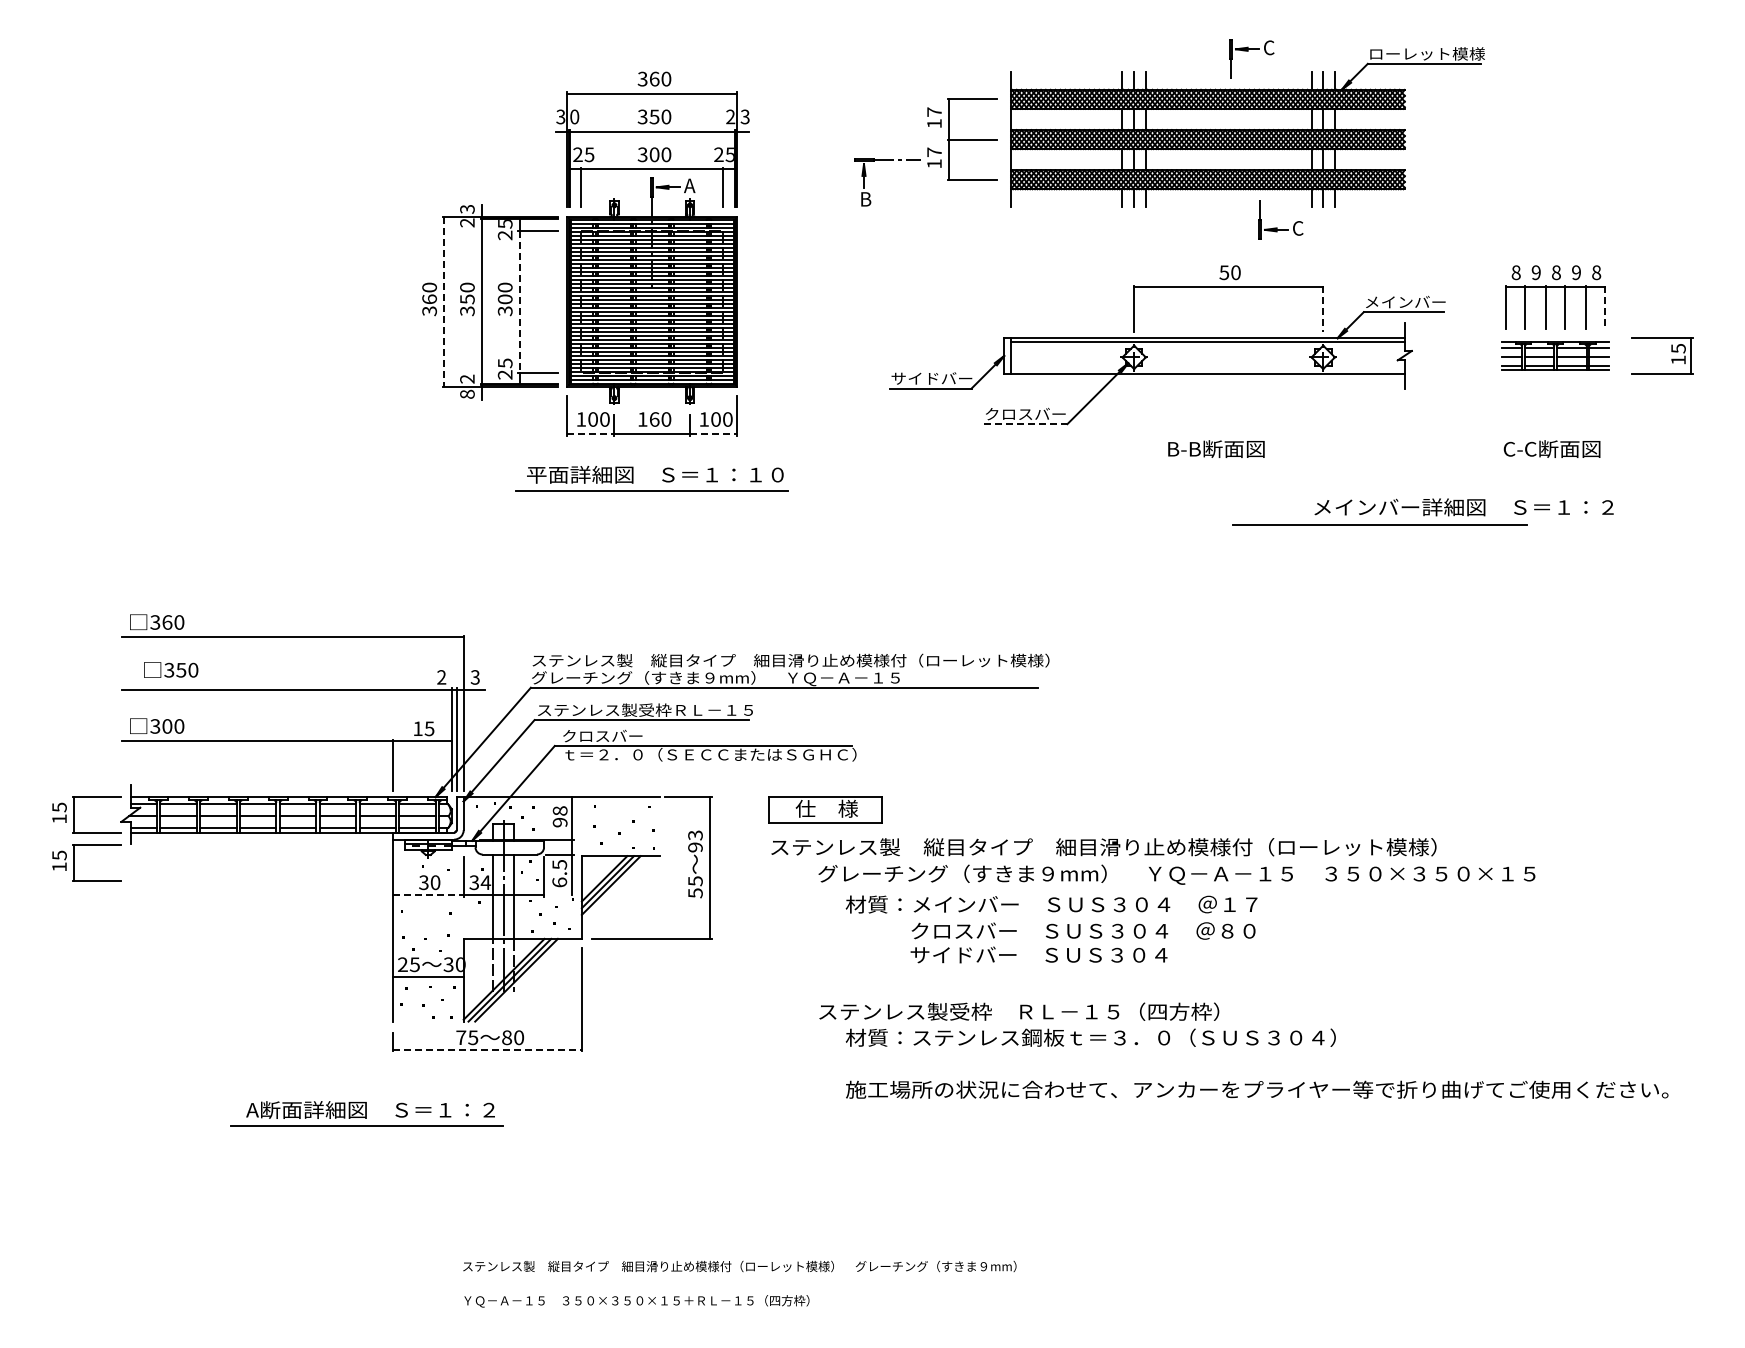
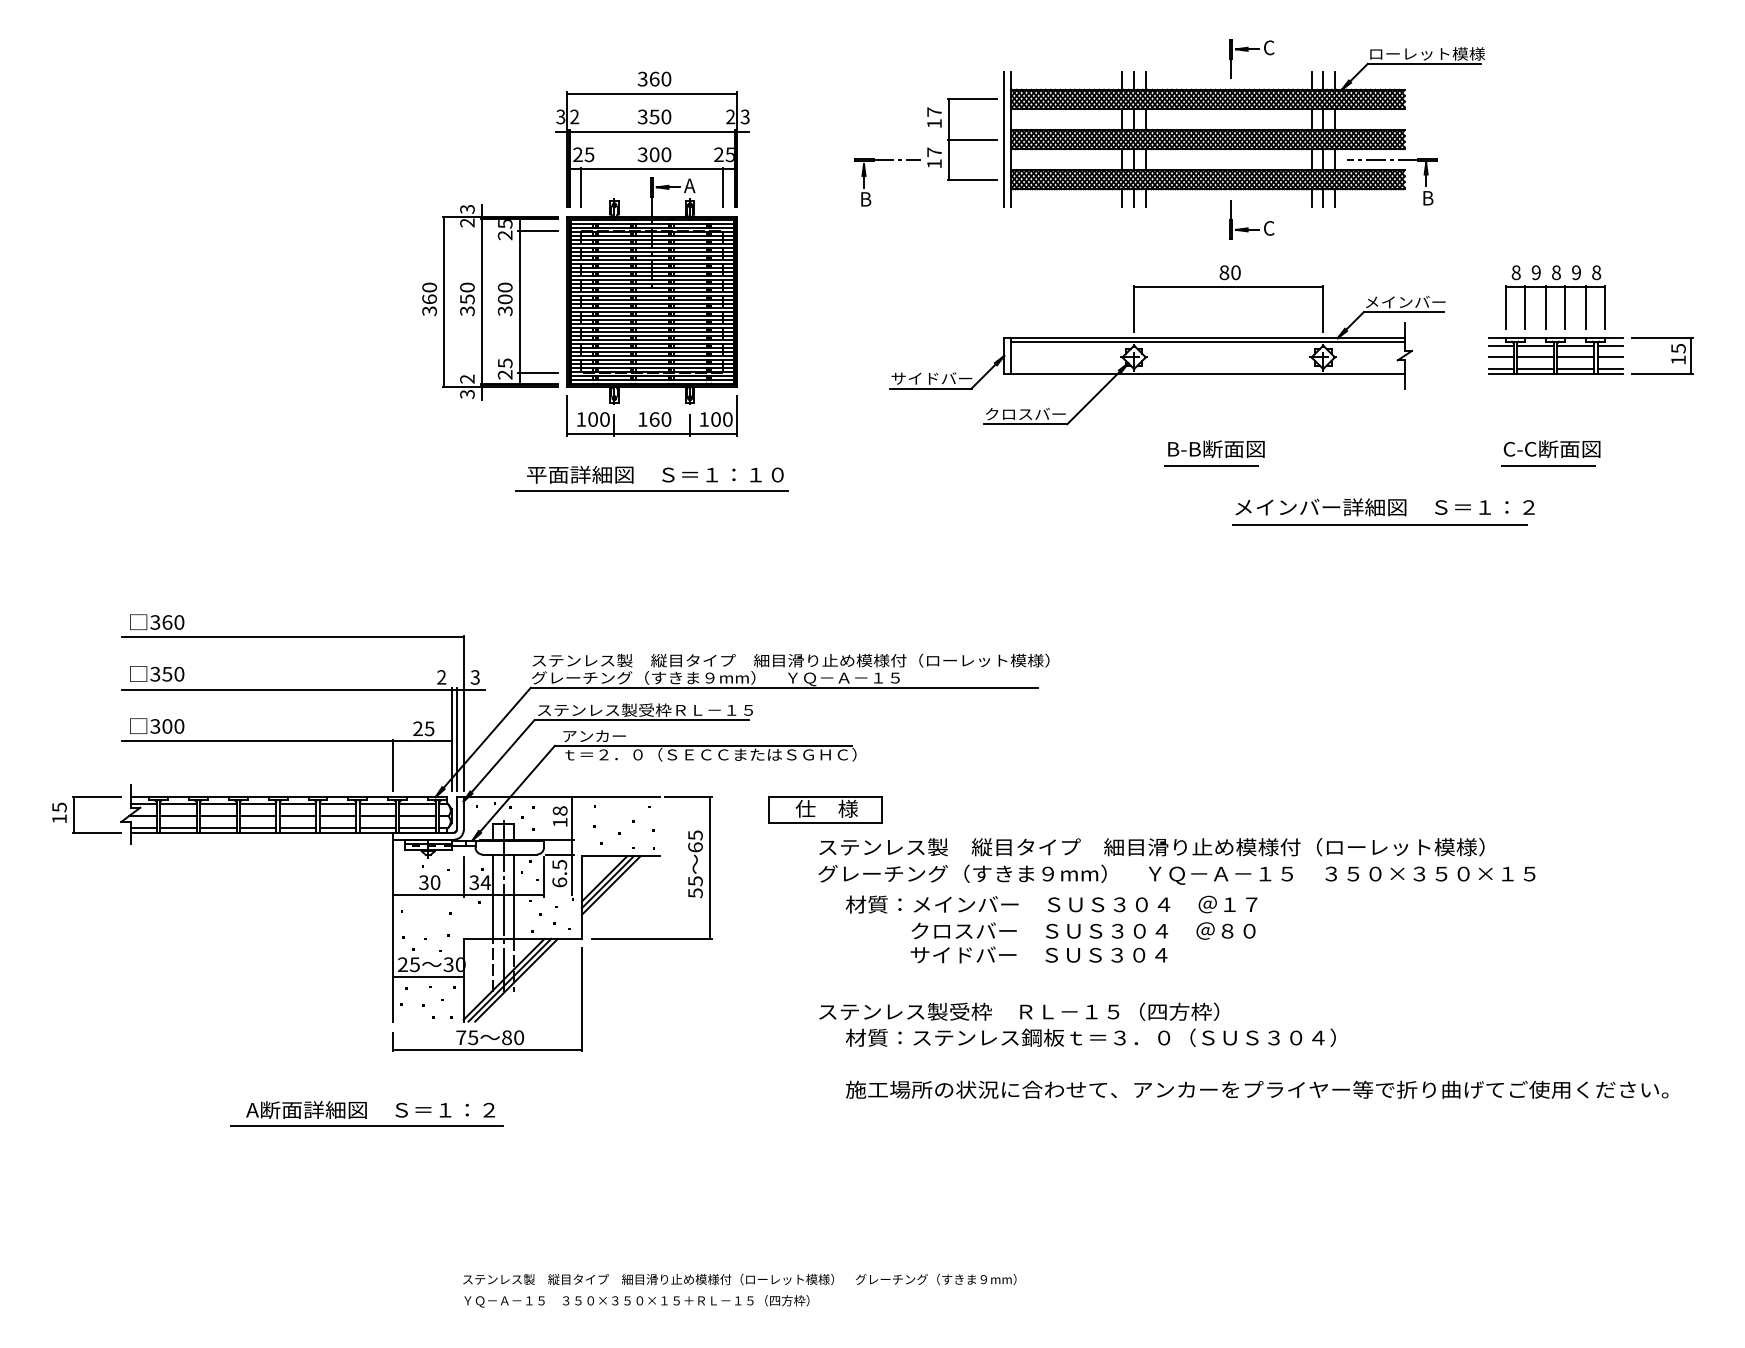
text at (574, 116): 0 -> 2
line at (1004, 139): none -> present
part at (1392, 160): none -> present
part at (1277, 227) position: (1277, 227) -> (1248, 227)
text at (1224, 272): 50 -> 80
line at (519, 301): dashed -> solid
line at (444, 302): dashed -> solid
line at (1605, 307): dashed -> solid
line at (1323, 309): dashed -> solid
part at (1555, 355) size: 109x30 px -> 136x38 px
text at (467, 393): 8 -> 3
line at (1025, 424): dashed -> solid
line at (590, 434): dashed -> solid
line at (713, 434): dashed -> solid
line at (1211, 466): none -> present
line at (1547, 466): none -> present
text at (1463, 507) position: (1463, 507) -> (1384, 507)
text at (171, 669) position: (171, 669) -> (157, 673)
text at (417, 728): 15 -> 25
text at (602, 735): クロスバー -> アンカー
text at (559, 822): 98 -> 18
text at (695, 841): 93 -> 65
text at (1103, 847) position: (1103, 847) -> (1151, 847)
part at (74, 862): present -> none
line at (428, 895): dashed -> solid
line at (487, 1049): dashed -> solid
text at (739, 1266) position: (739, 1266) -> (739, 1279)
